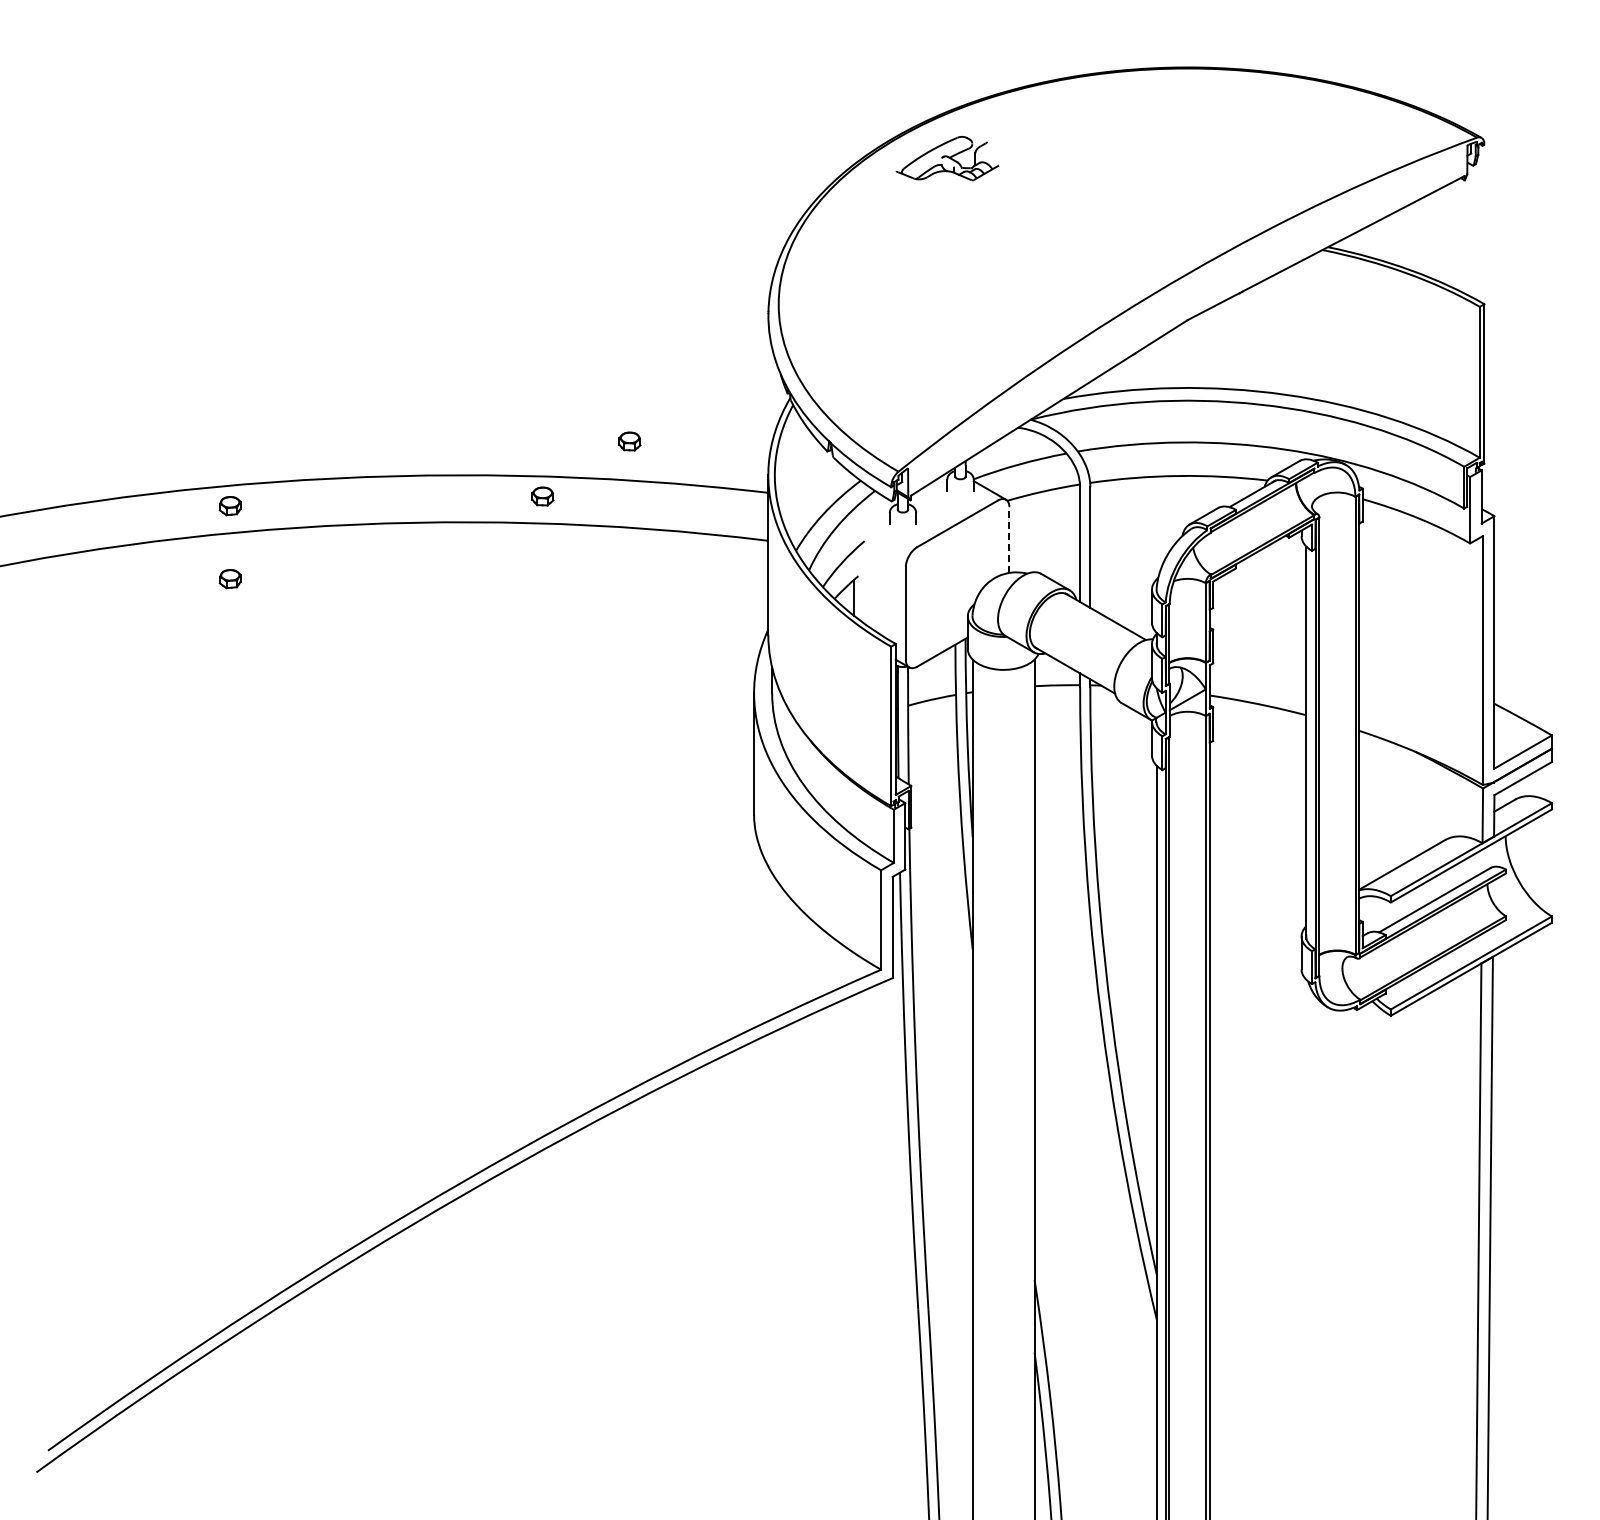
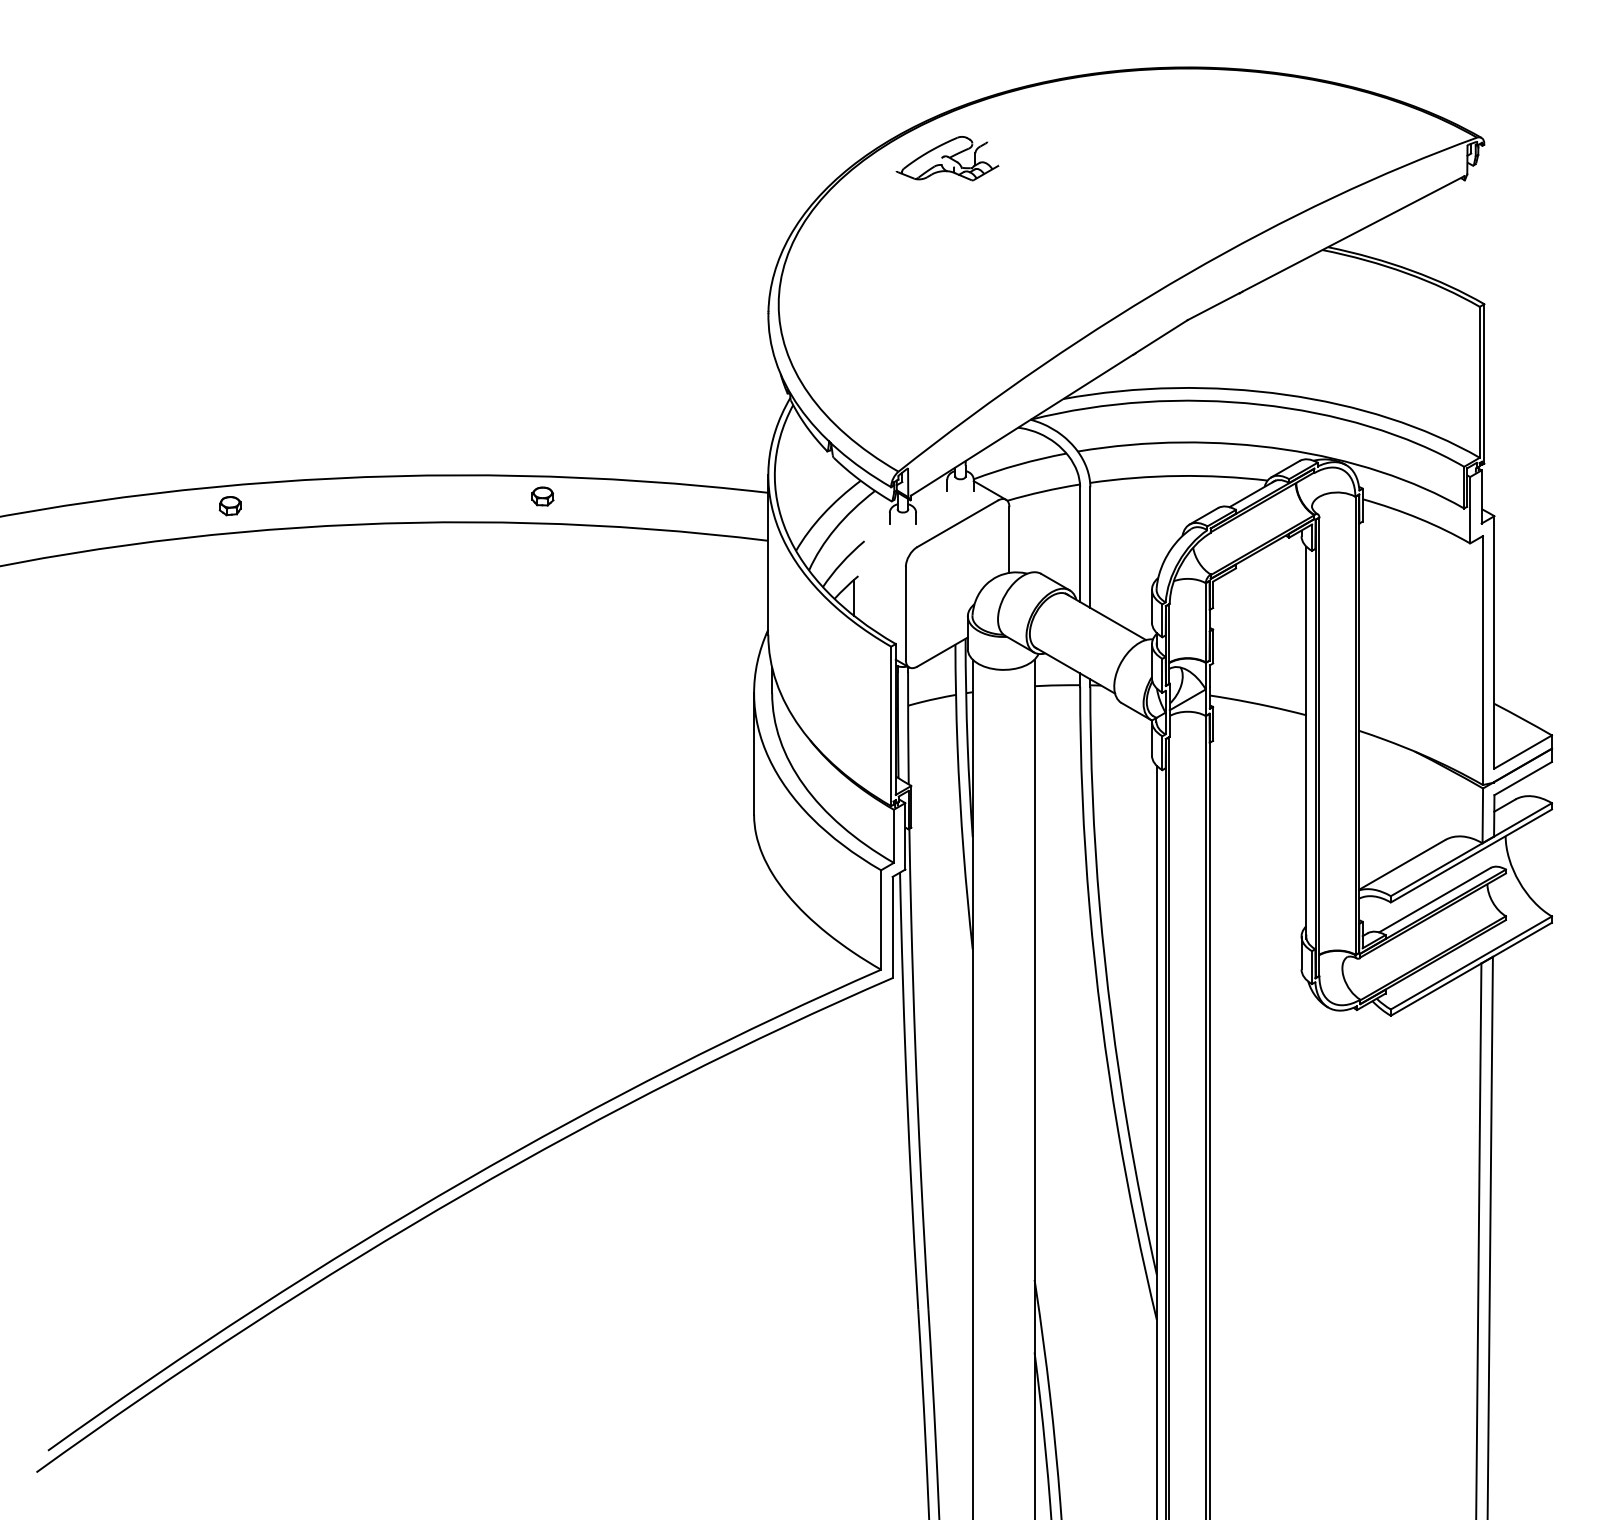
part at (629, 441): present -> none
line at (1009, 540): dashed -> solid
part at (229, 579): present -> none
